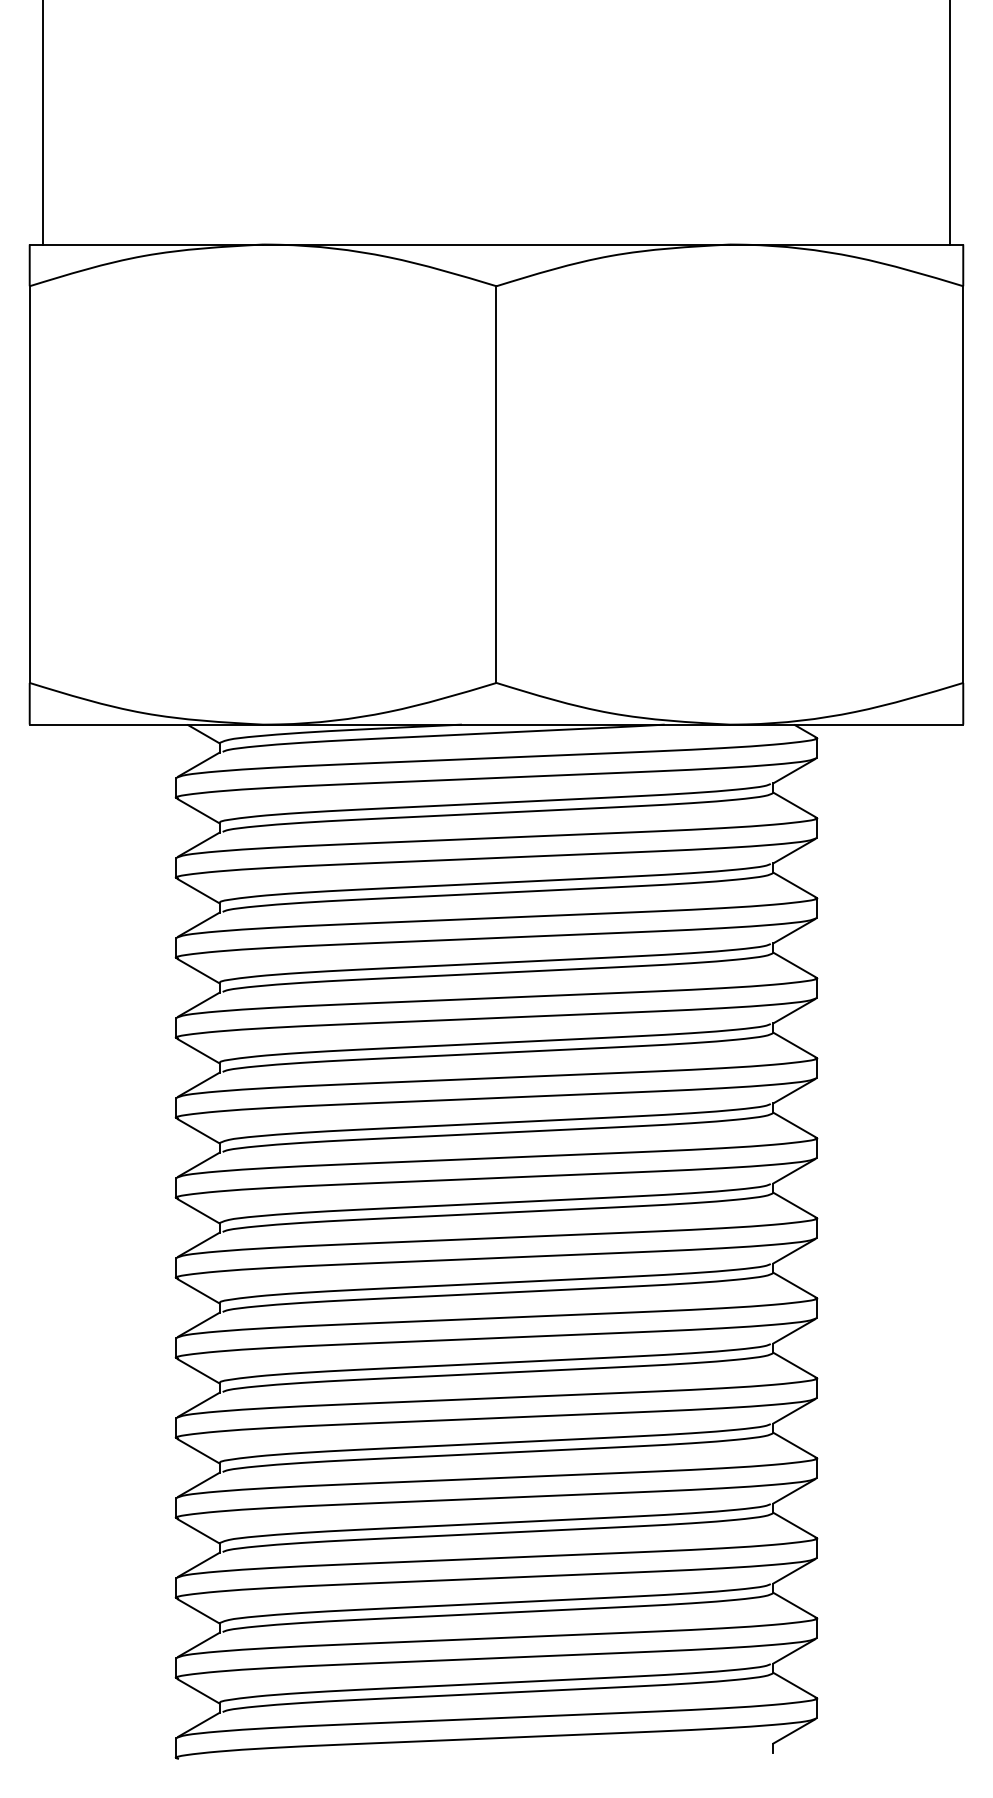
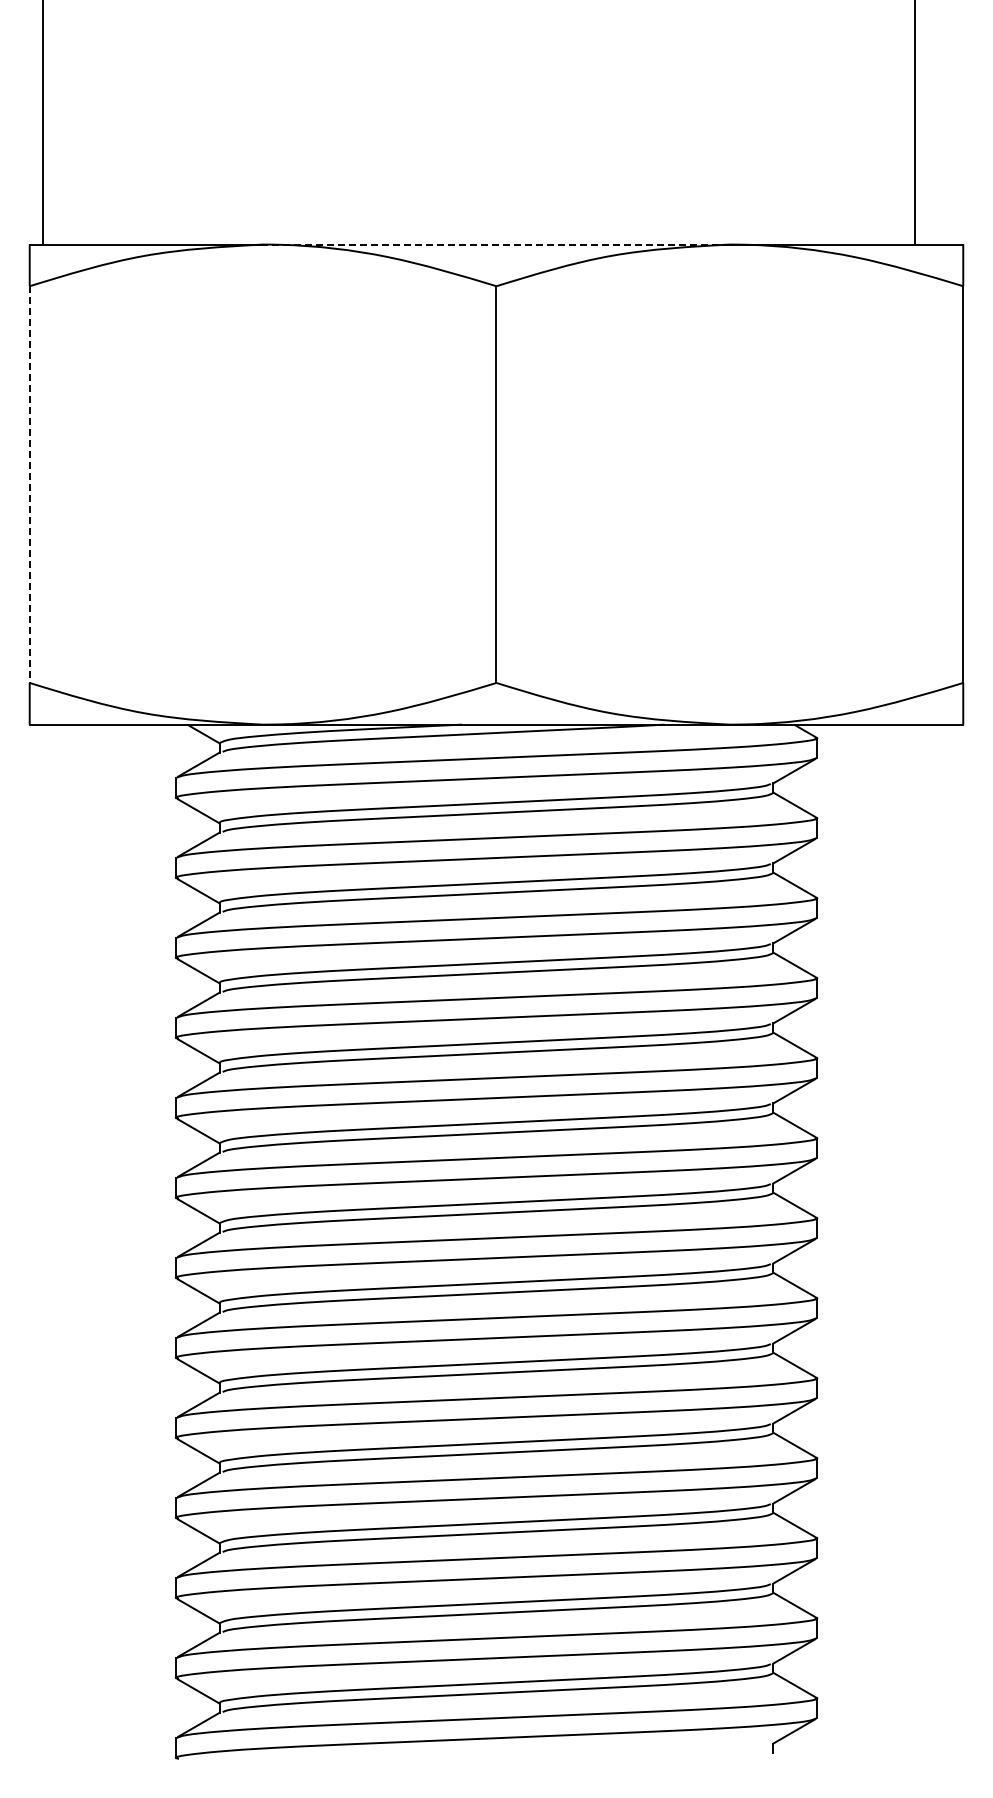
line at (949, 123) position: (949, 123) -> (914, 123)
line at (495, 244): solid -> dashed
line at (29, 485): solid -> dashed
